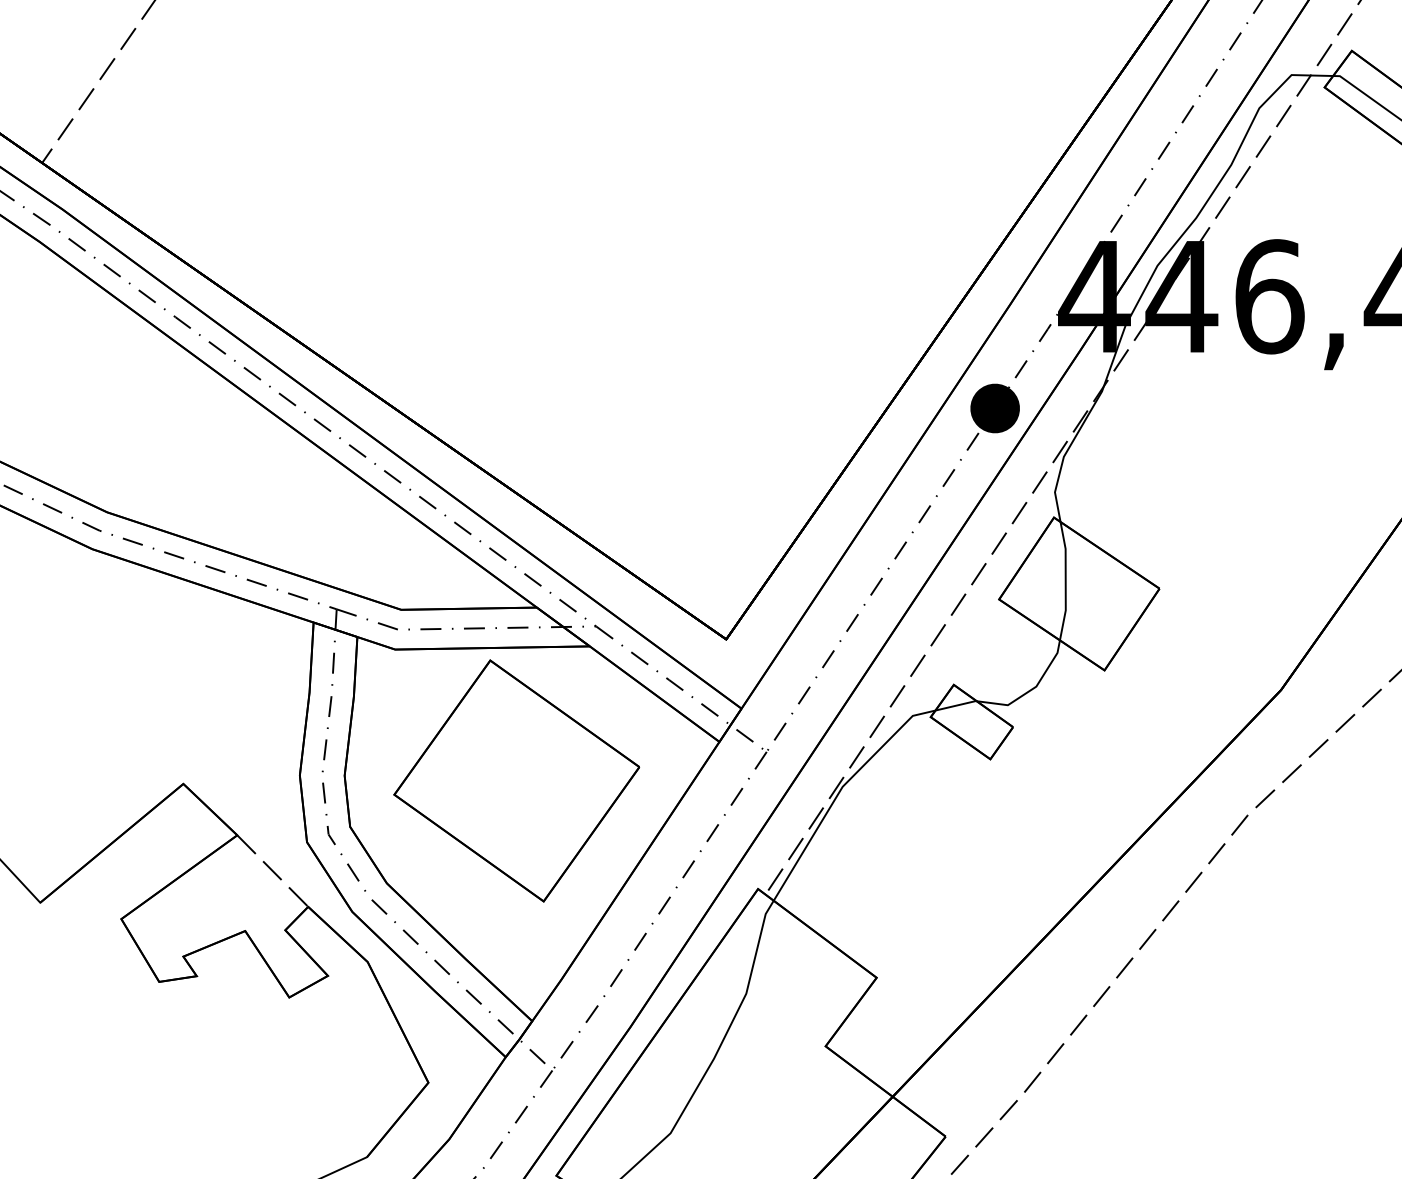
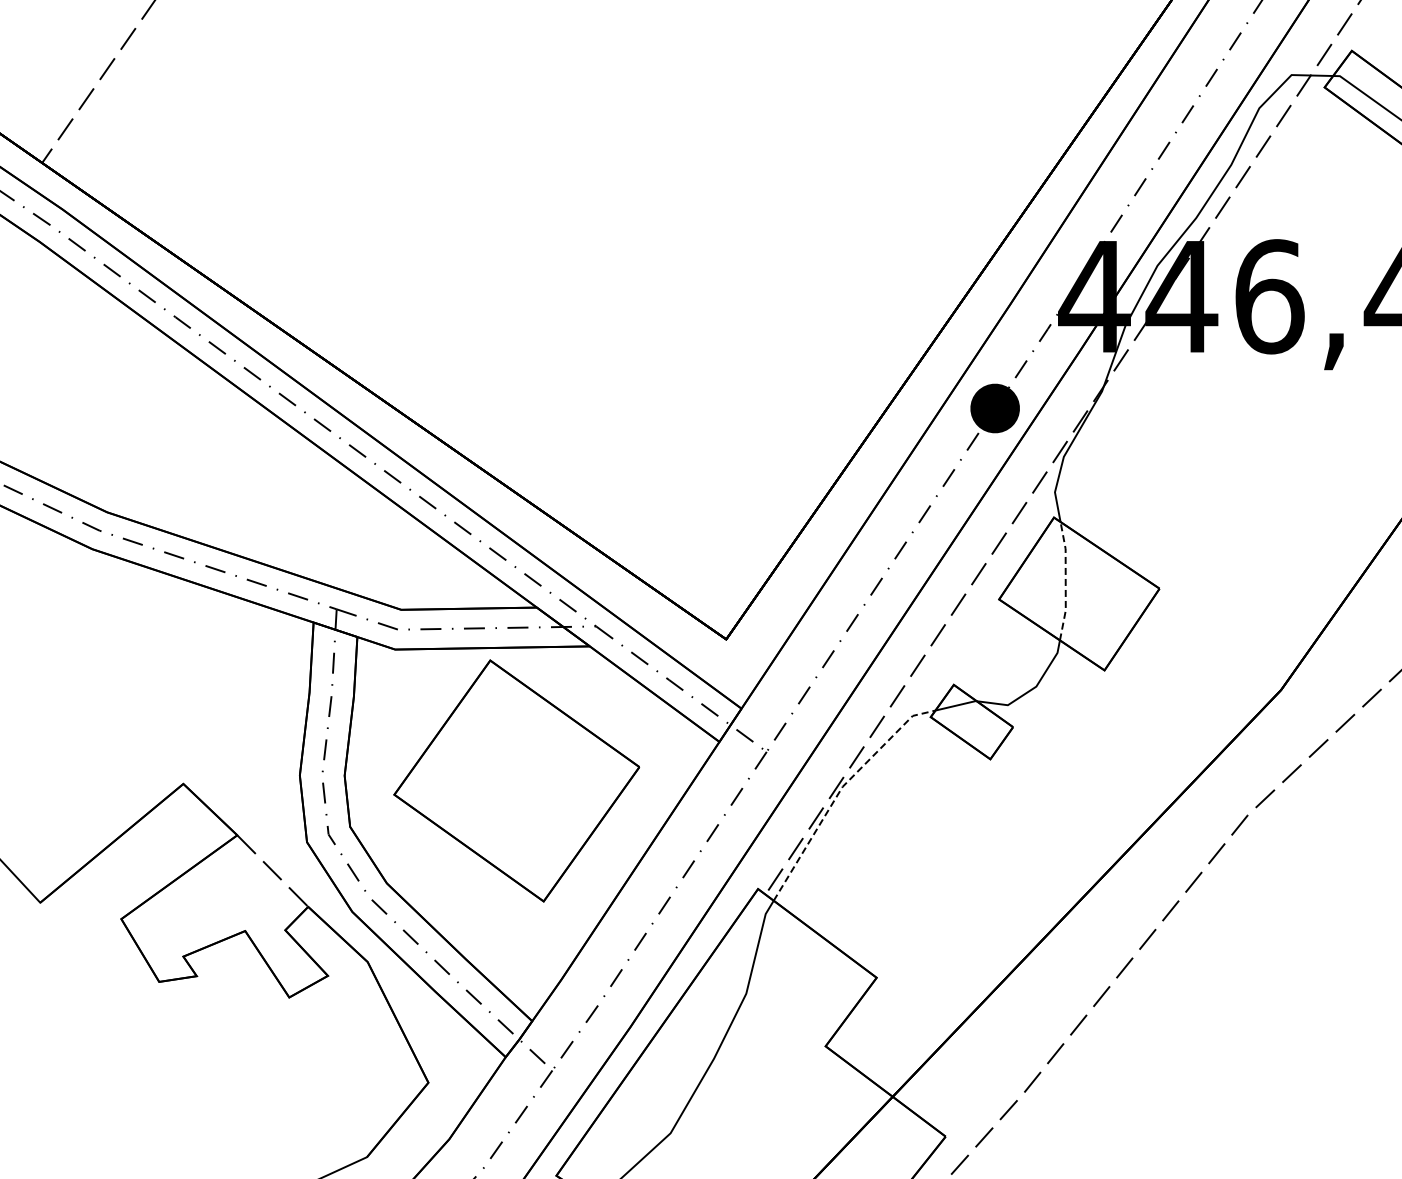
line at (1065, 580): solid -> dashed
line at (840, 790): solid -> dashed
